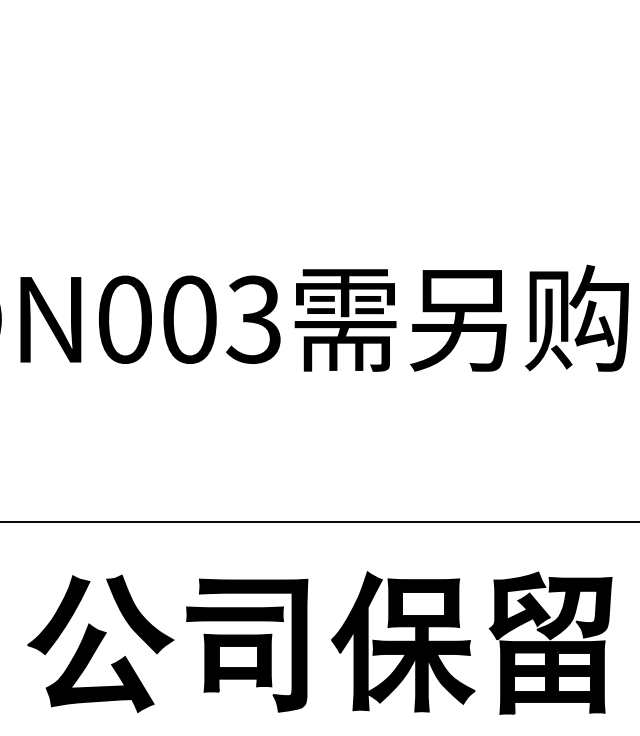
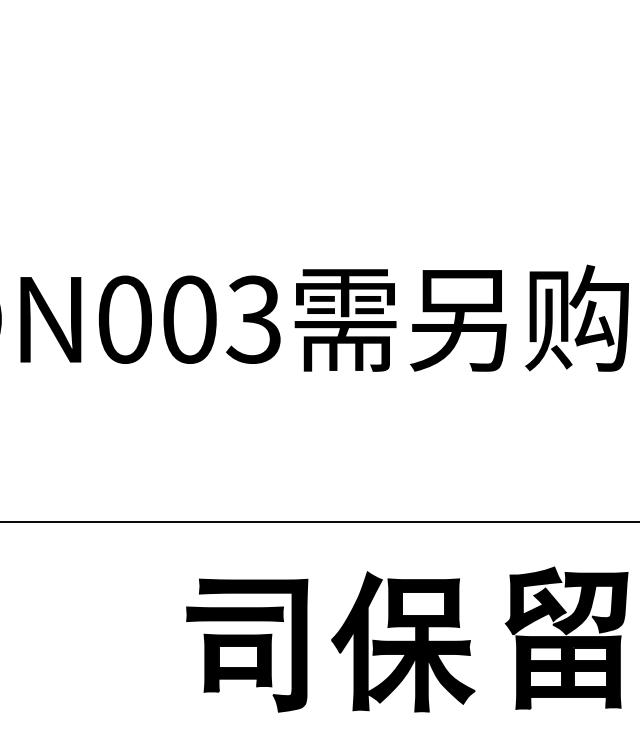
part at (550, 642) position: (550, 642) -> (566, 637)
part at (100, 643): present -> none
